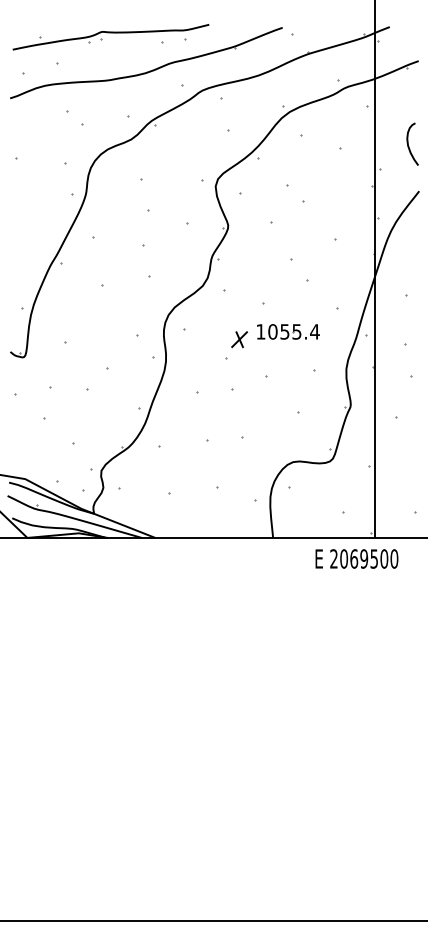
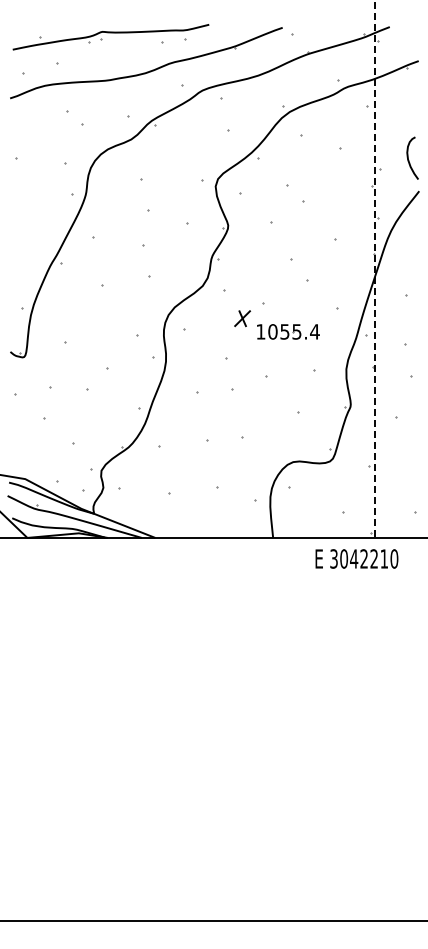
curve at (408, 143) position: (408, 143) -> (408, 157)
line at (375, 268): solid -> dashed
part at (239, 339) position: (239, 339) -> (242, 318)
text at (359, 558): 2069500 -> 3042210
